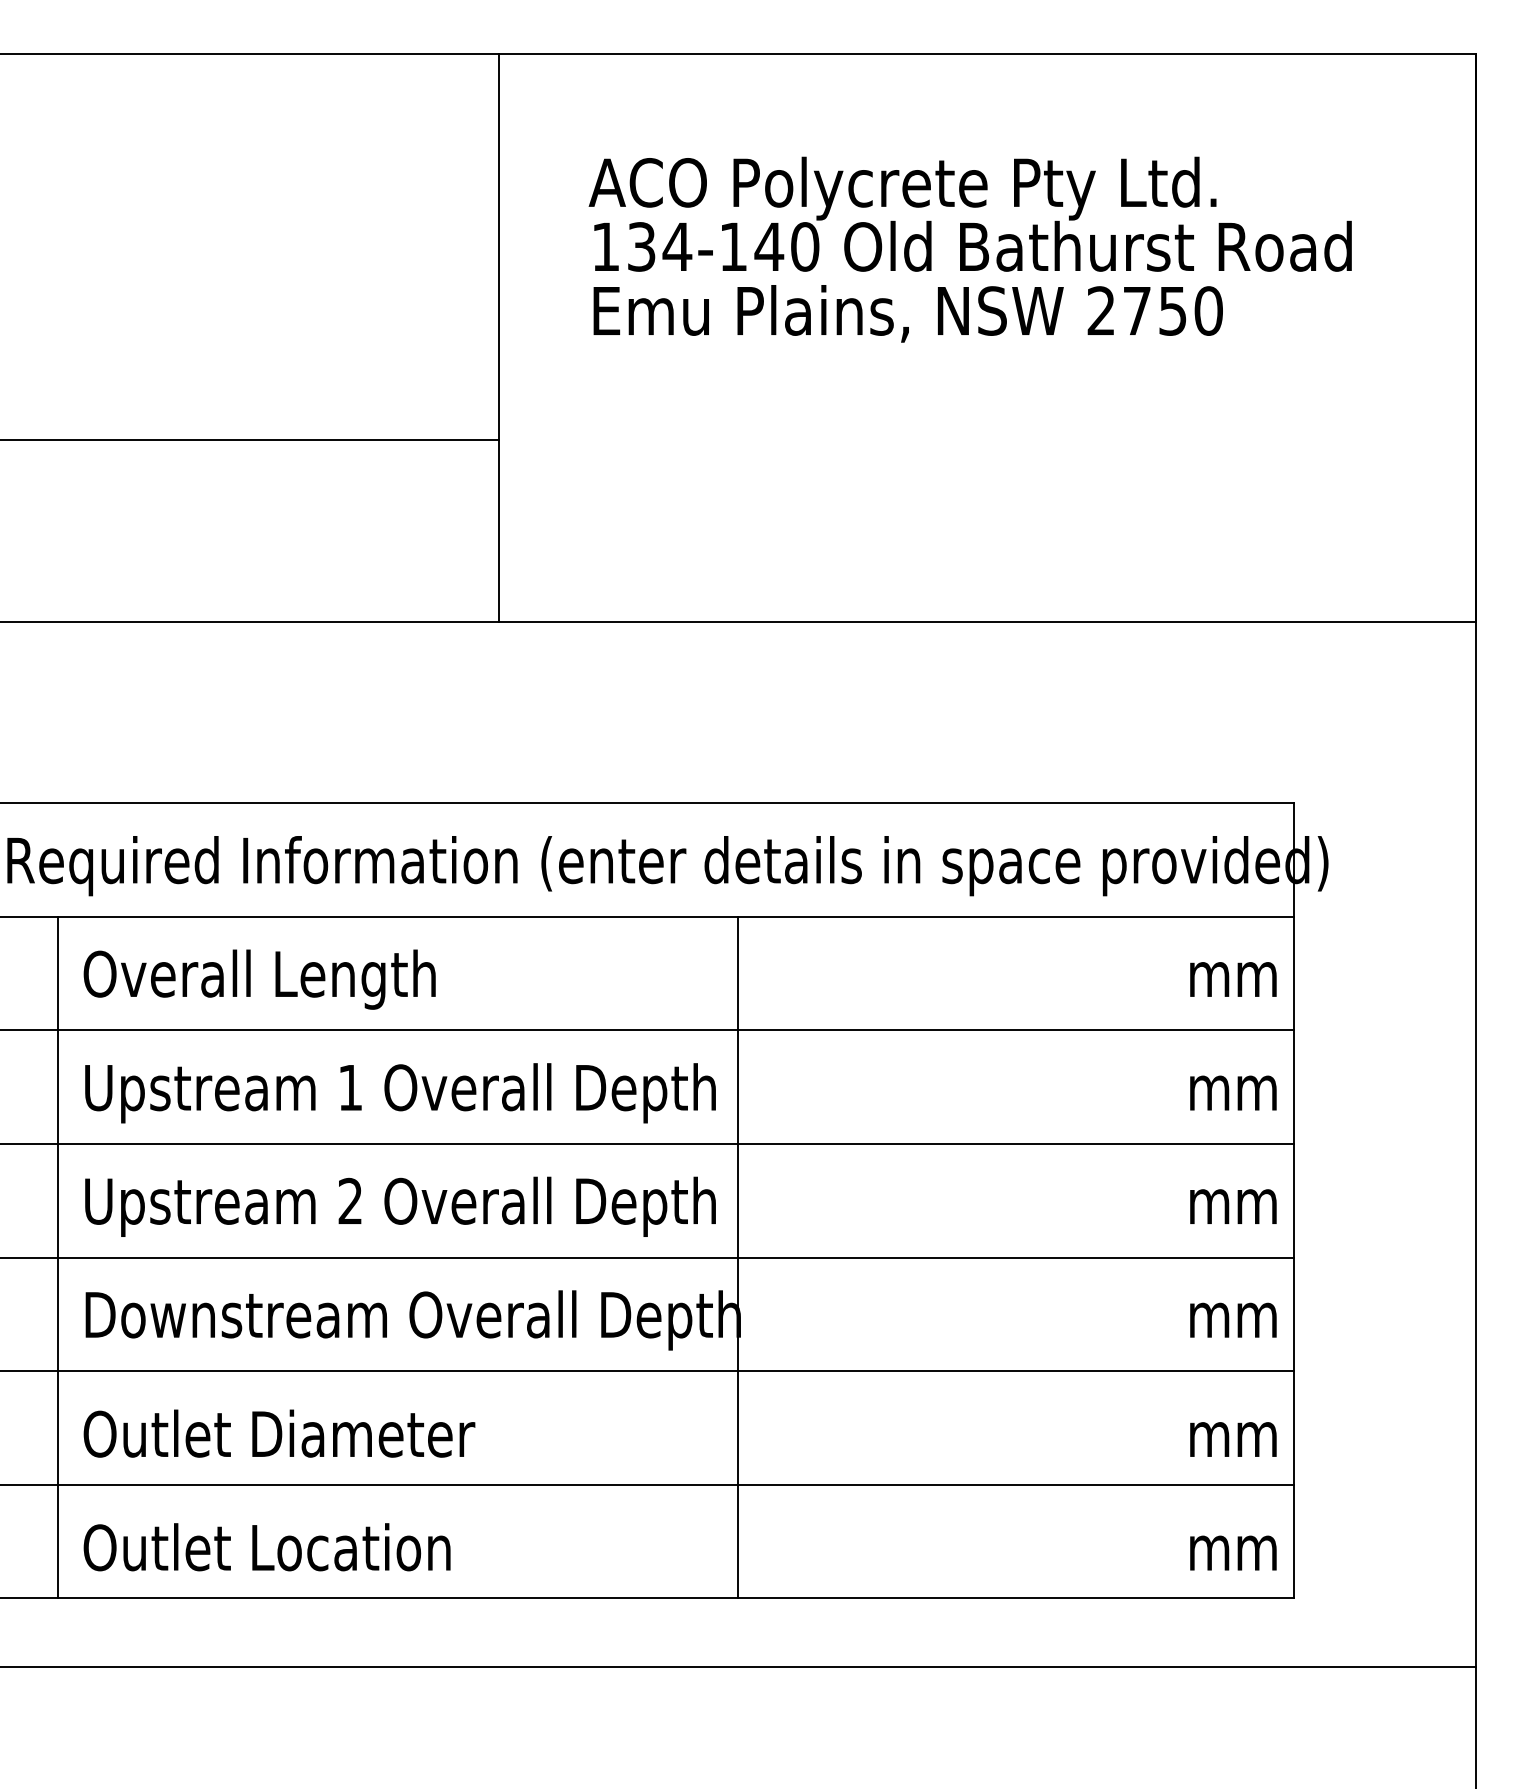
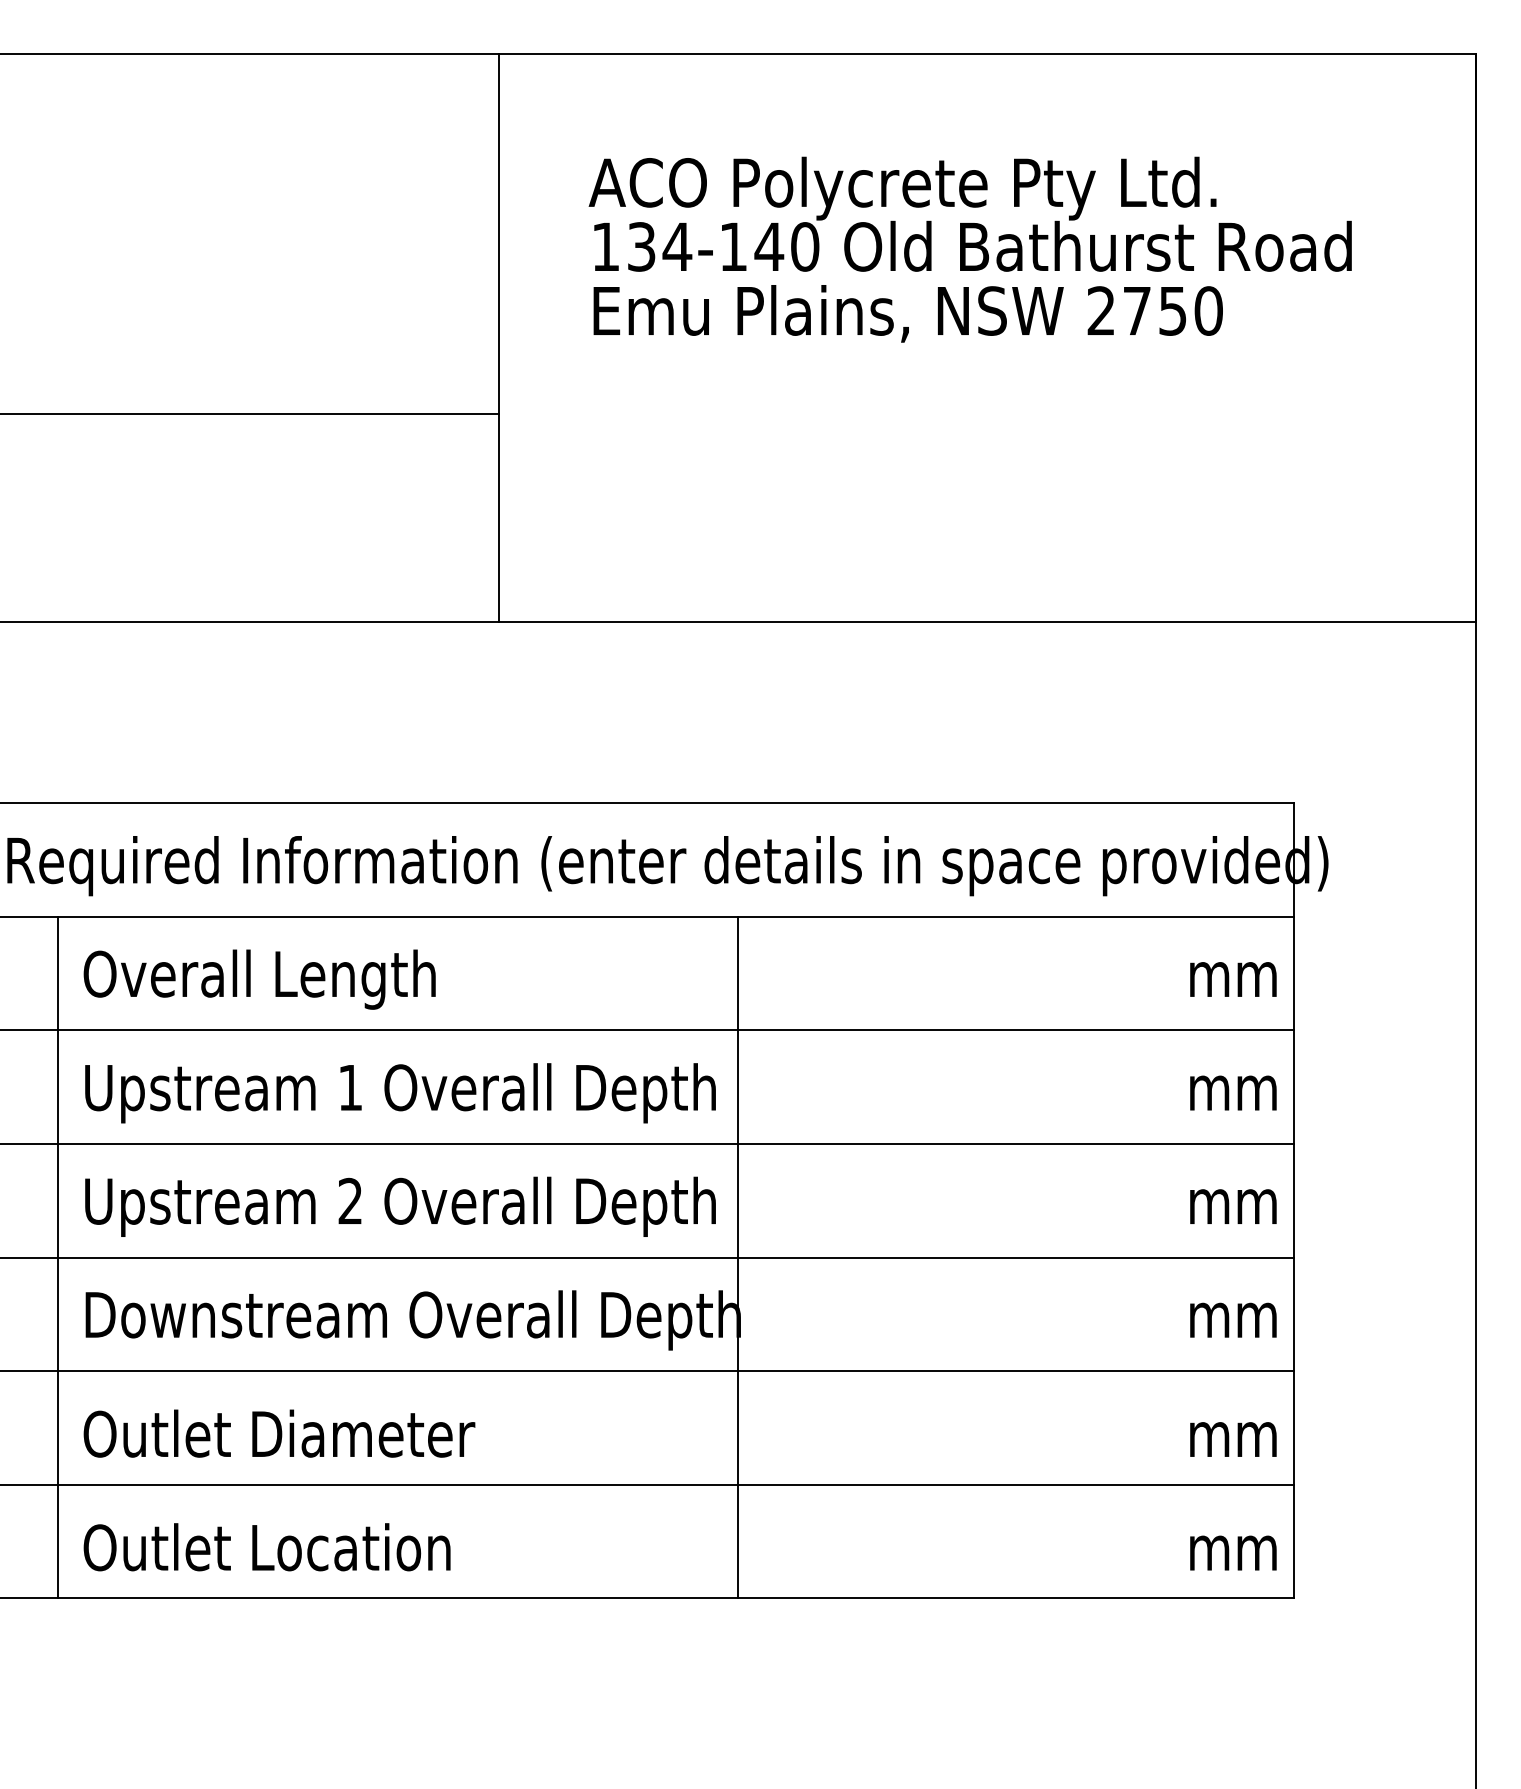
line at (250, 439) position: (250, 439) -> (250, 413)
line at (738, 1666): present -> none
